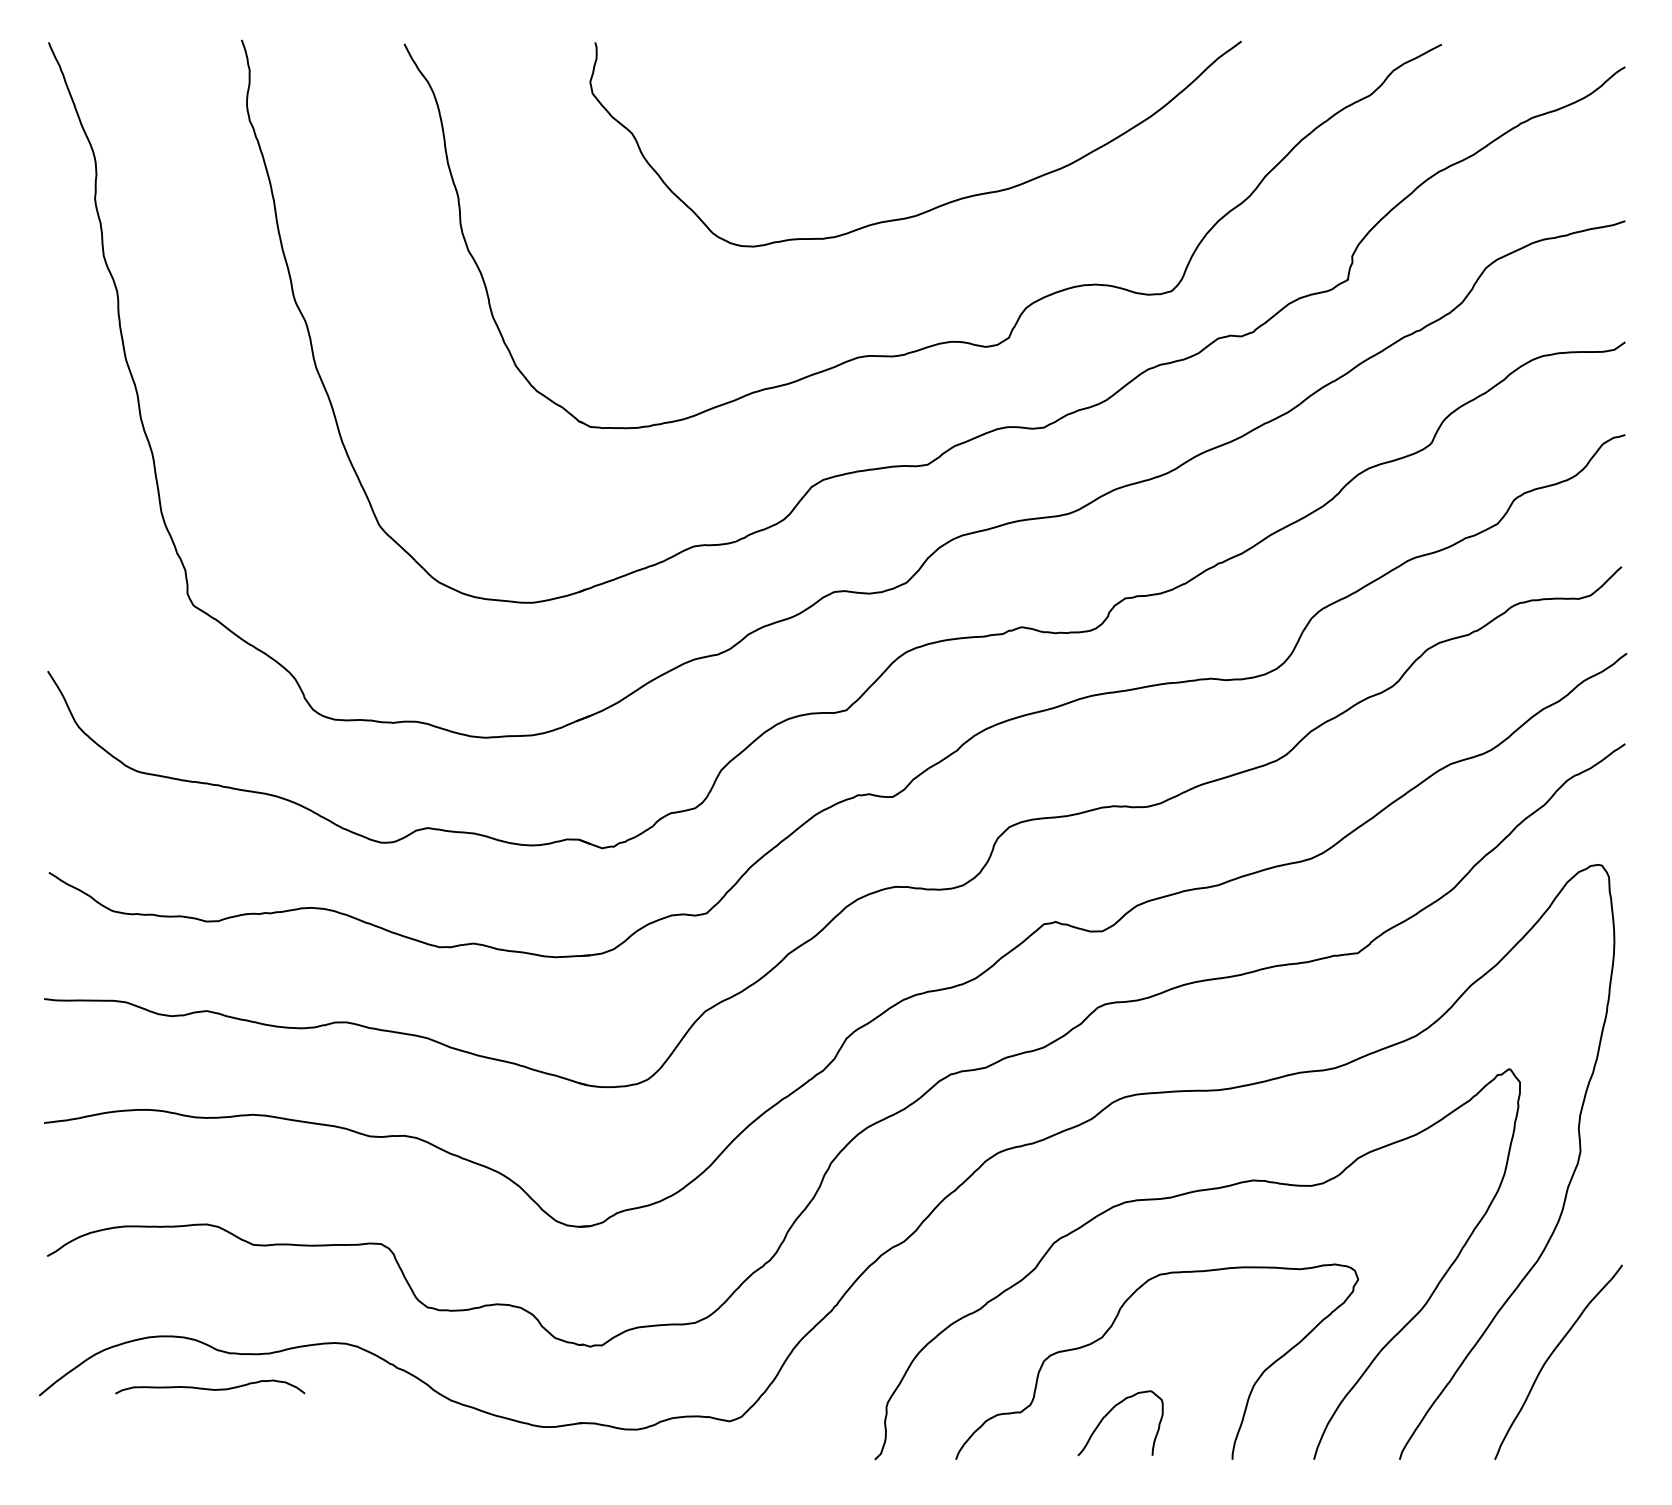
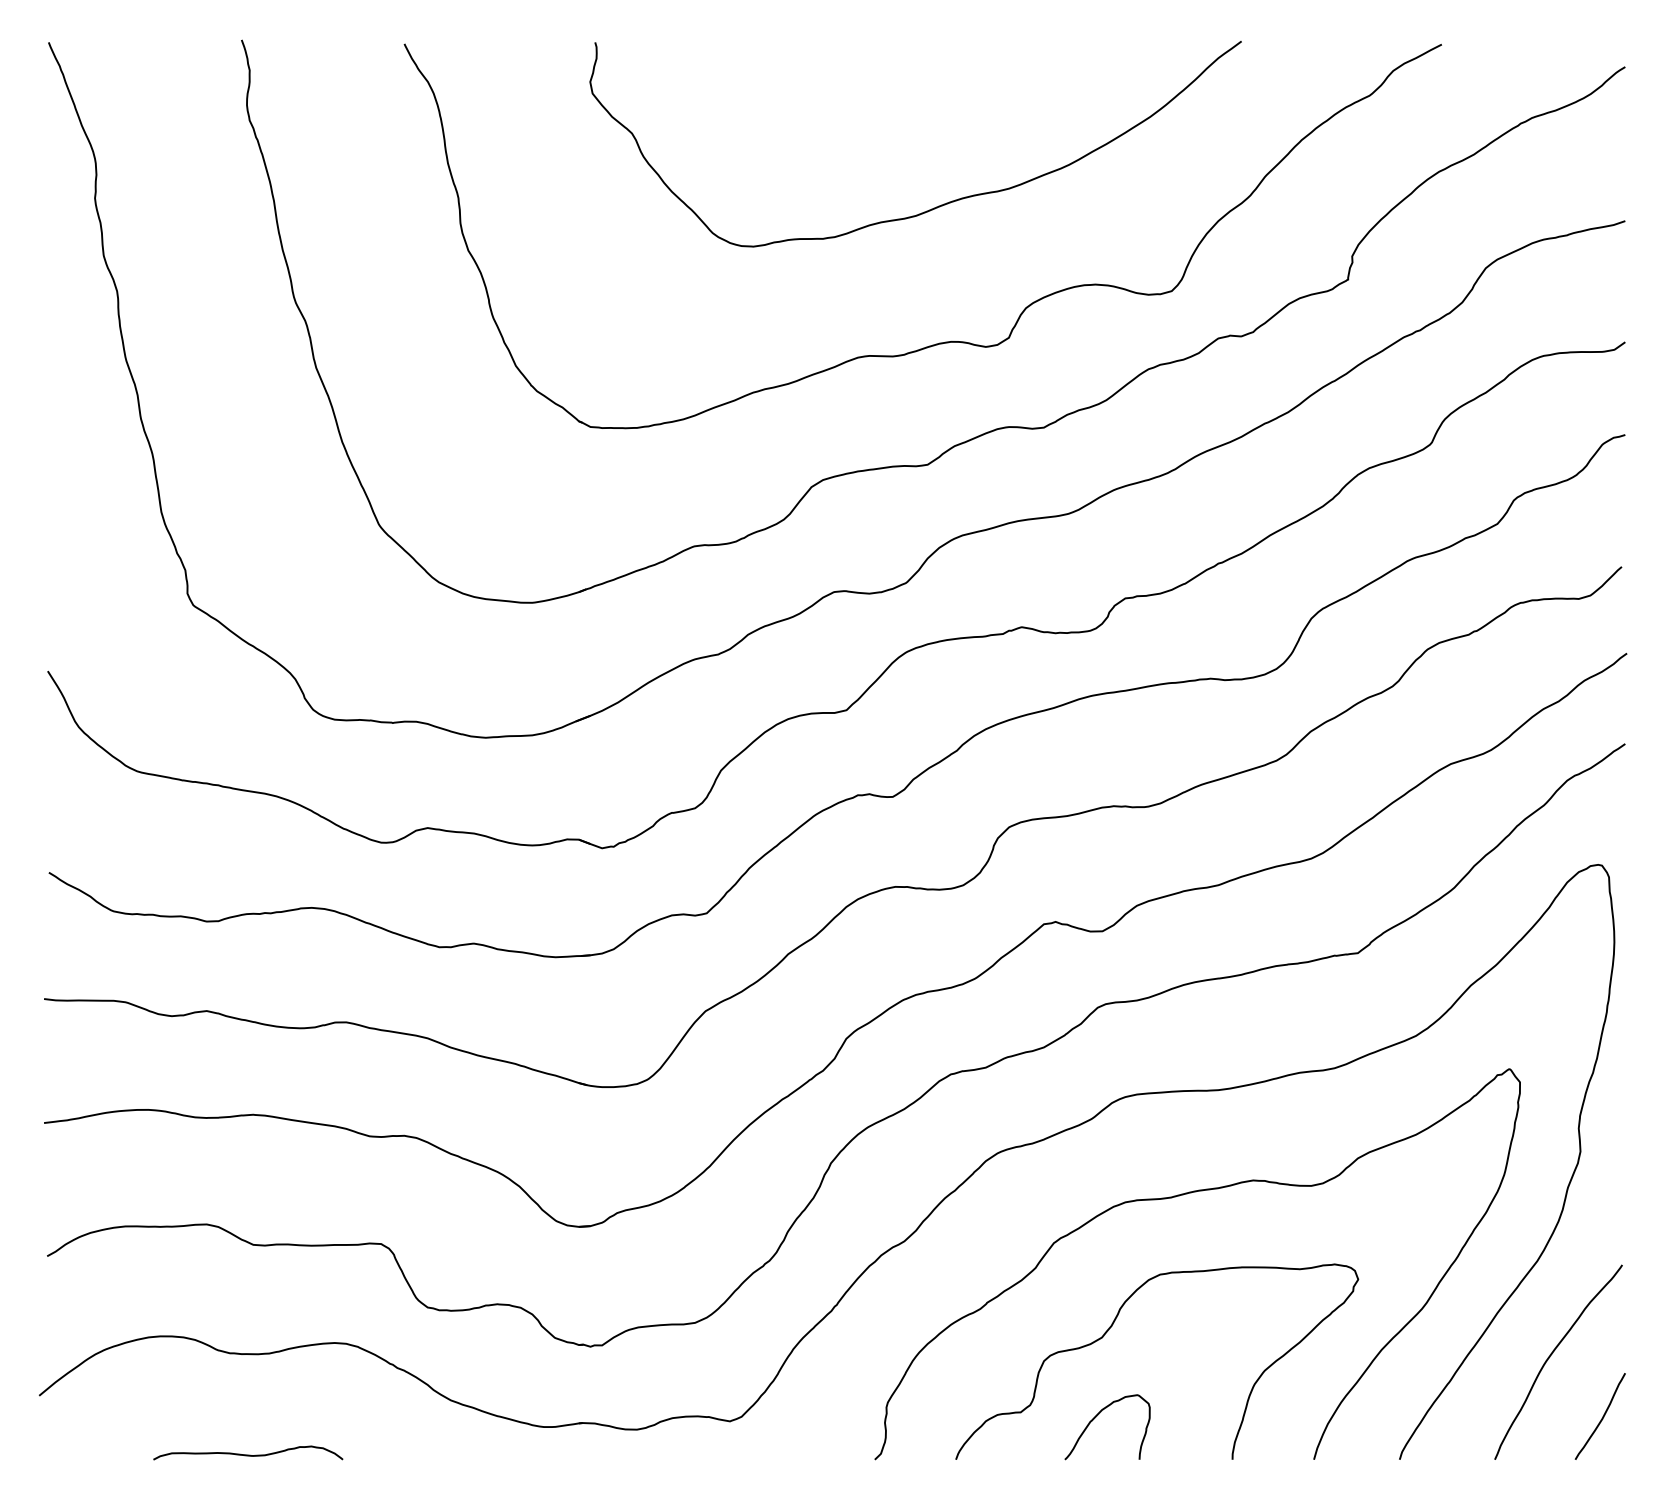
curve at (210, 1388) position: (210, 1388) -> (248, 1454)
curve at (1110, 1412) position: (1110, 1412) -> (1097, 1416)
curve at (1601, 1418): none -> present
